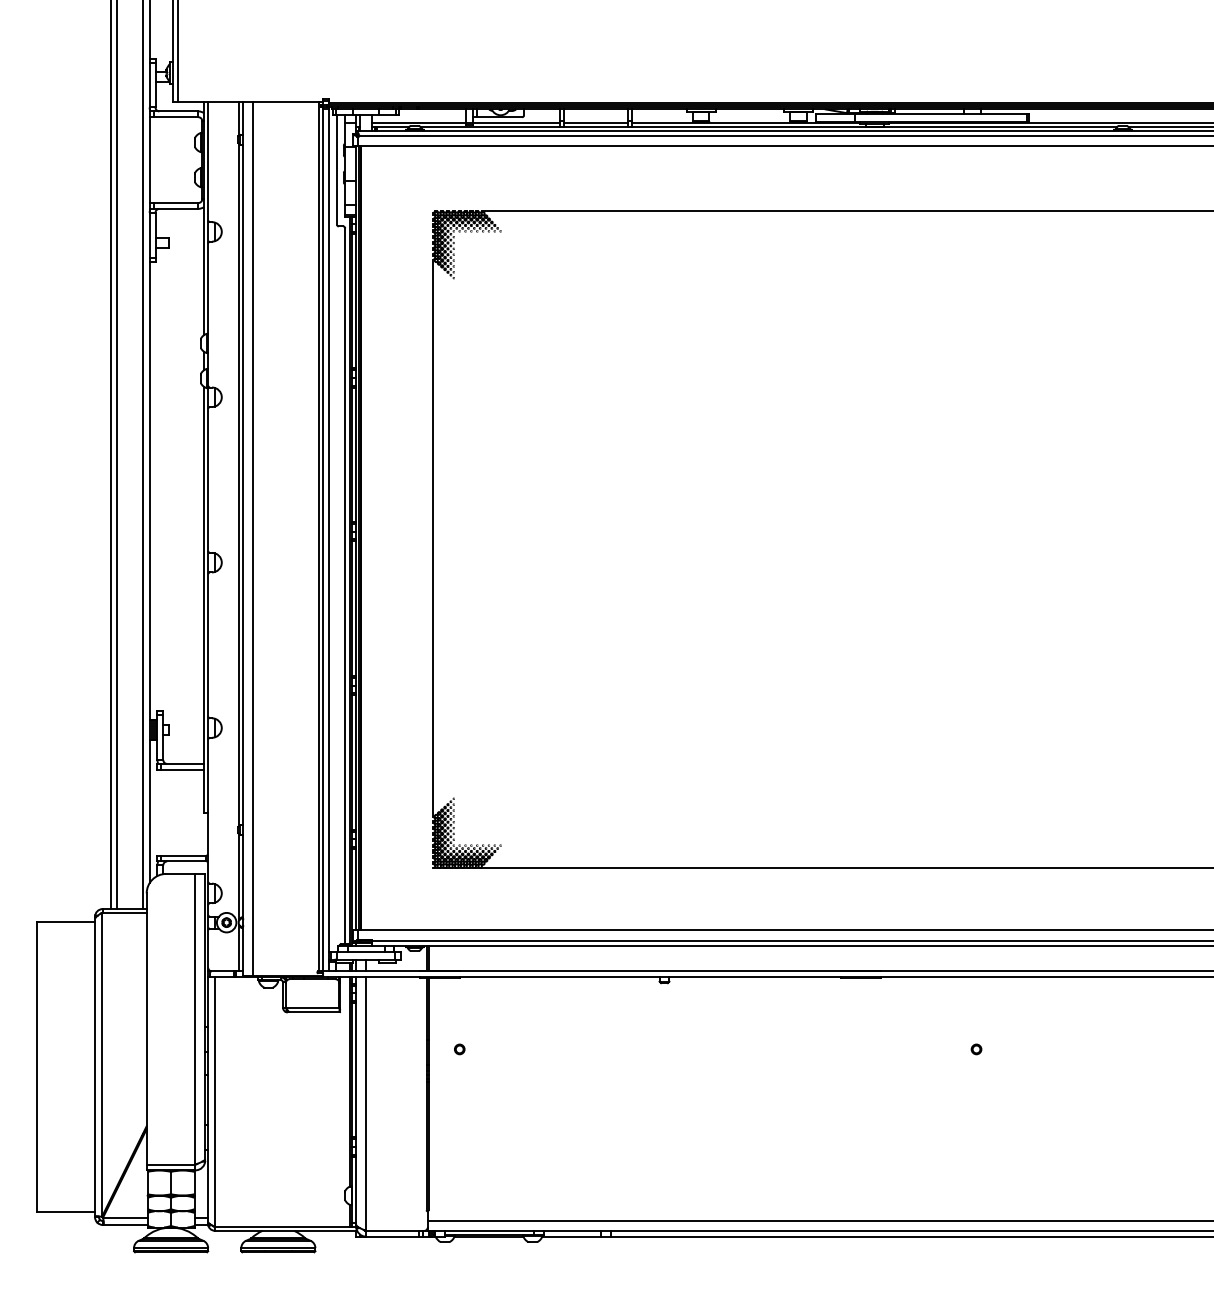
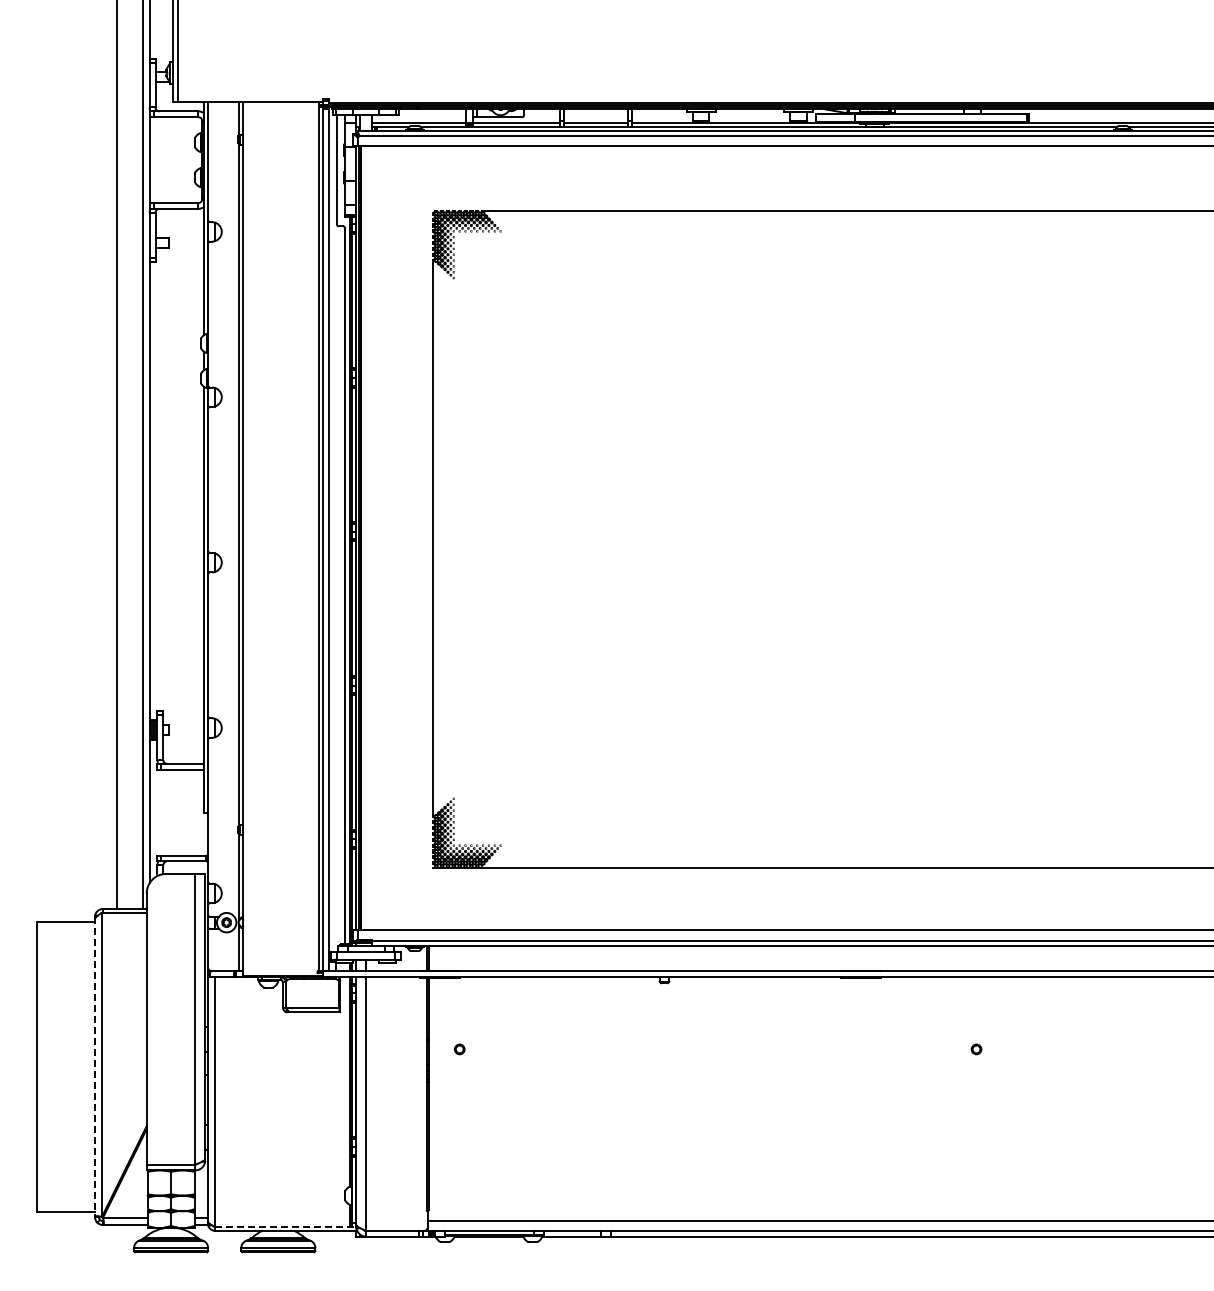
line at (110, 455): present -> none
line at (253, 539): present -> none
line at (95, 1067): solid -> dashed
line at (285, 1226): solid -> dashed
